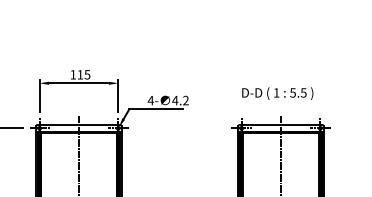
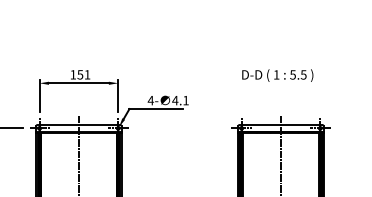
text at (83, 74): 115 -> 151
text at (277, 93) position: (277, 93) -> (277, 75)
text at (185, 100): 4.2 -> 4.1
